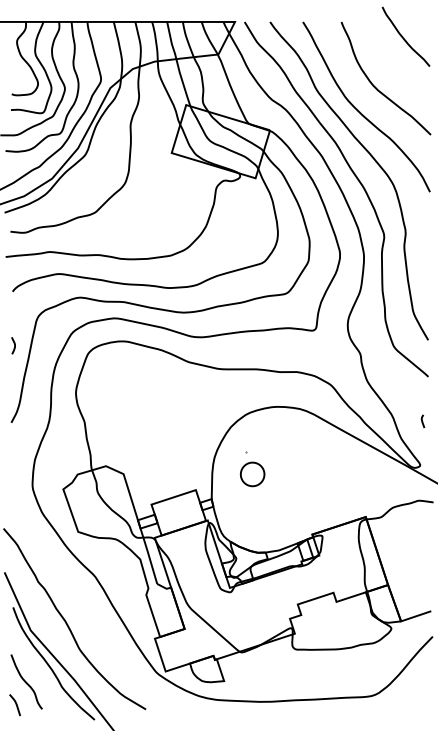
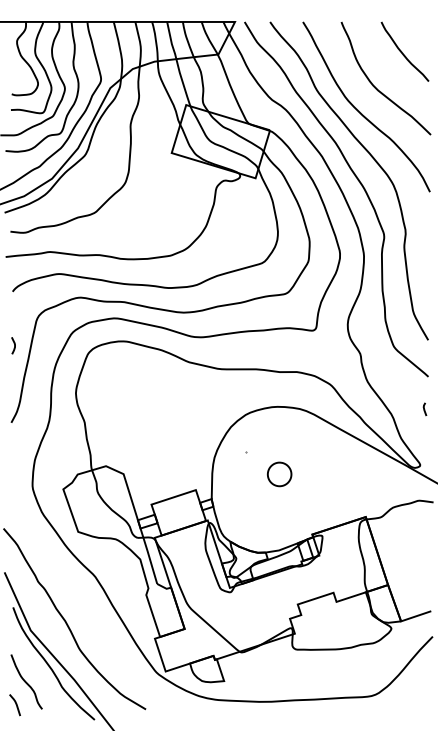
curve at (403, 36) position: (403, 36) -> (402, 51)
line at (422, 421) position: (422, 421) -> (424, 409)
part at (252, 474) position: (252, 474) -> (279, 474)
